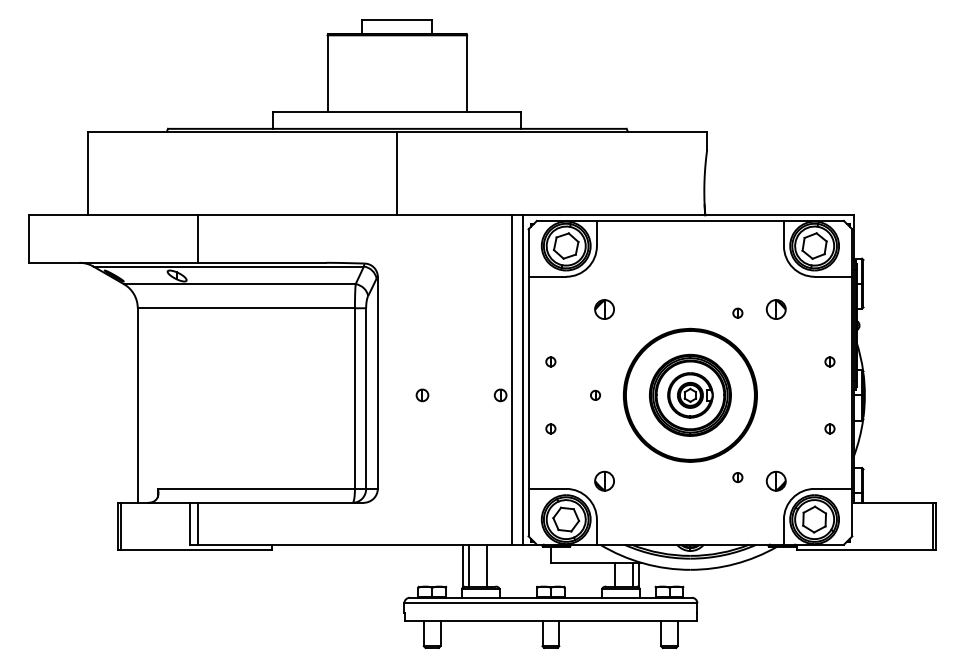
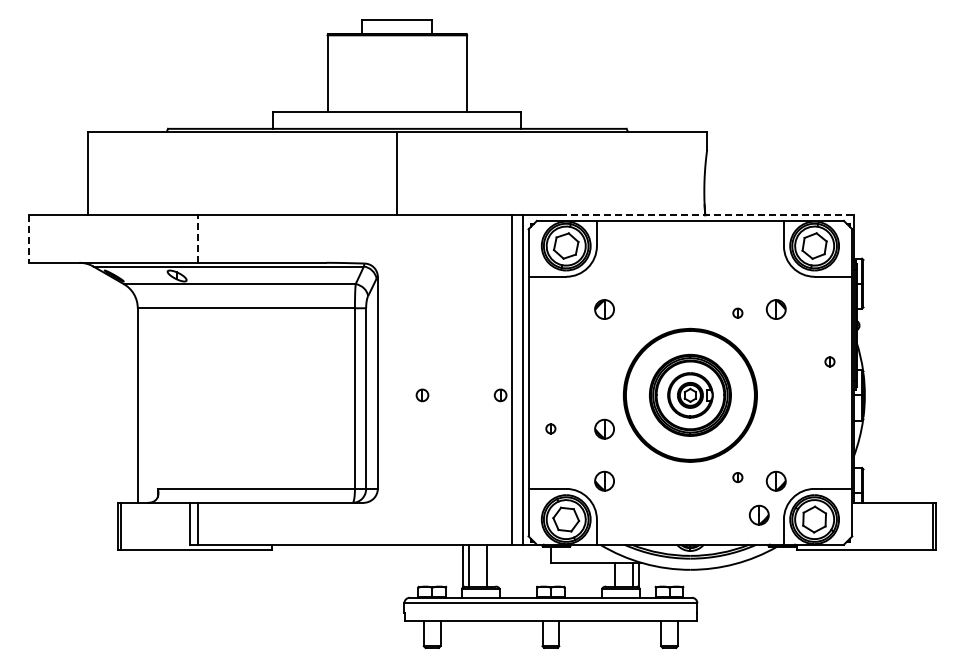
line at (706, 215): solid -> dashed
line at (28, 239): solid -> dashed
line at (197, 239): solid -> dashed
part at (550, 361): present -> none
part at (595, 394): present -> none
part at (604, 428): none -> present
part at (829, 428): present -> none
part at (758, 514): none -> present
